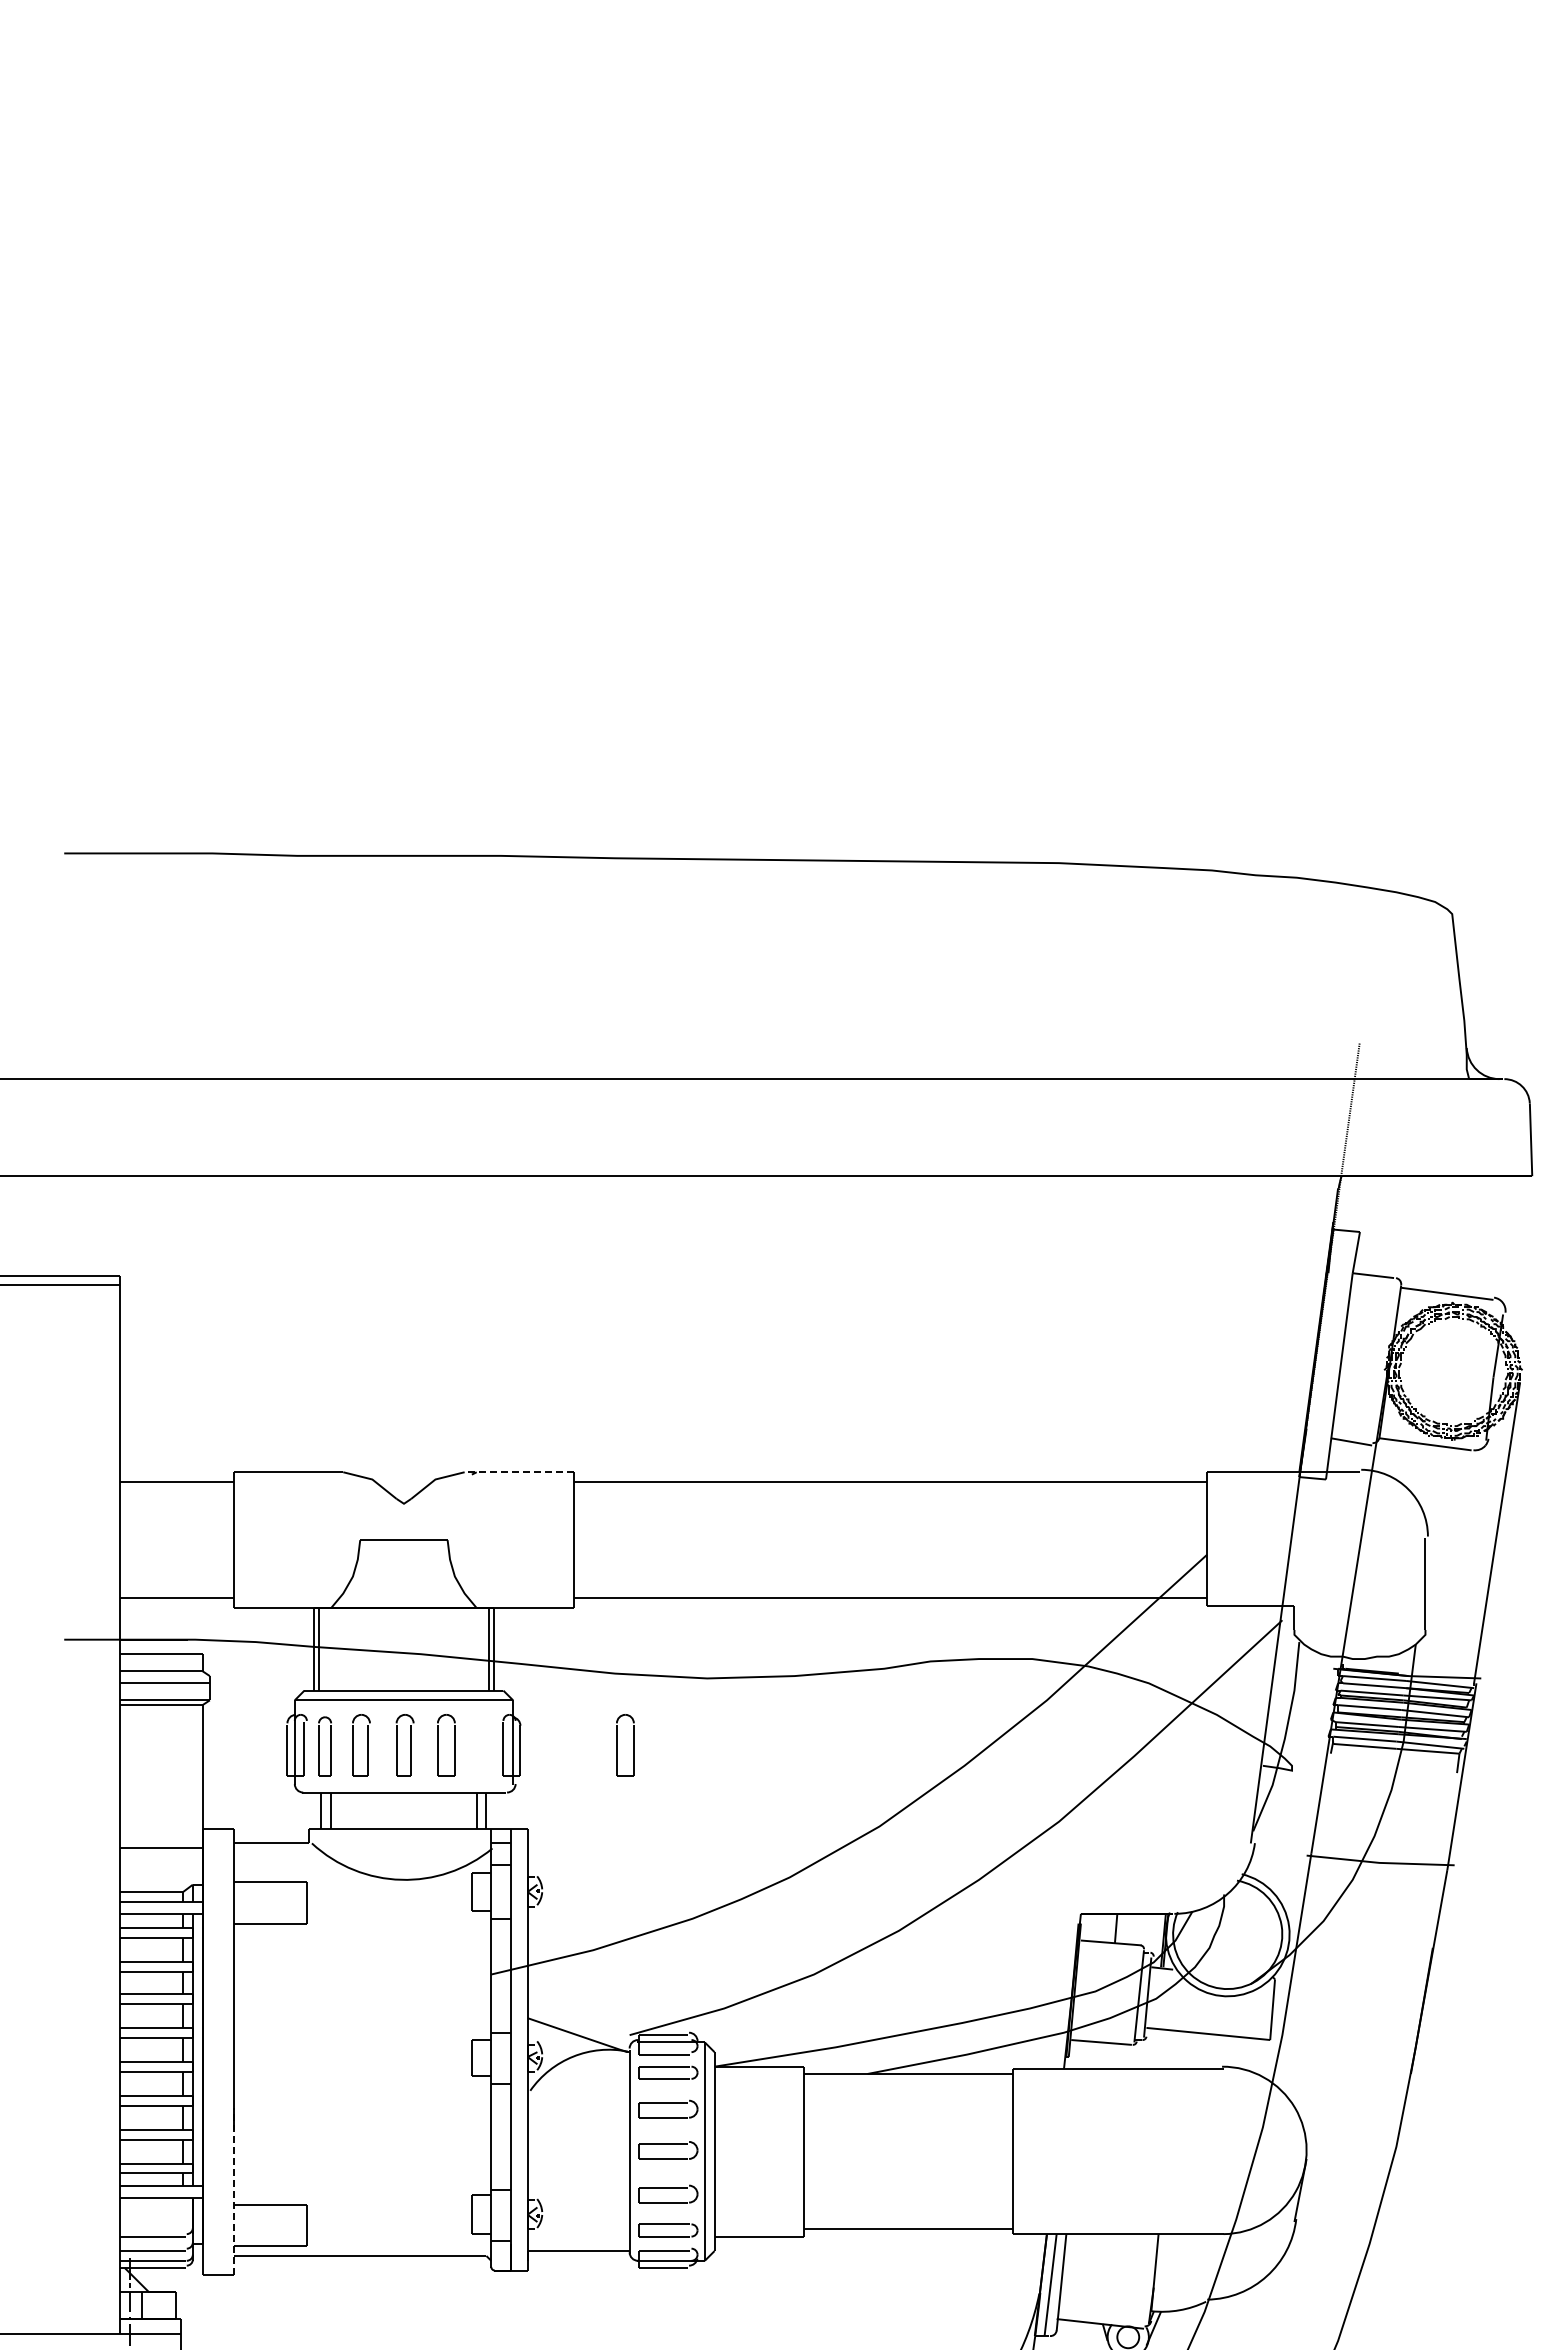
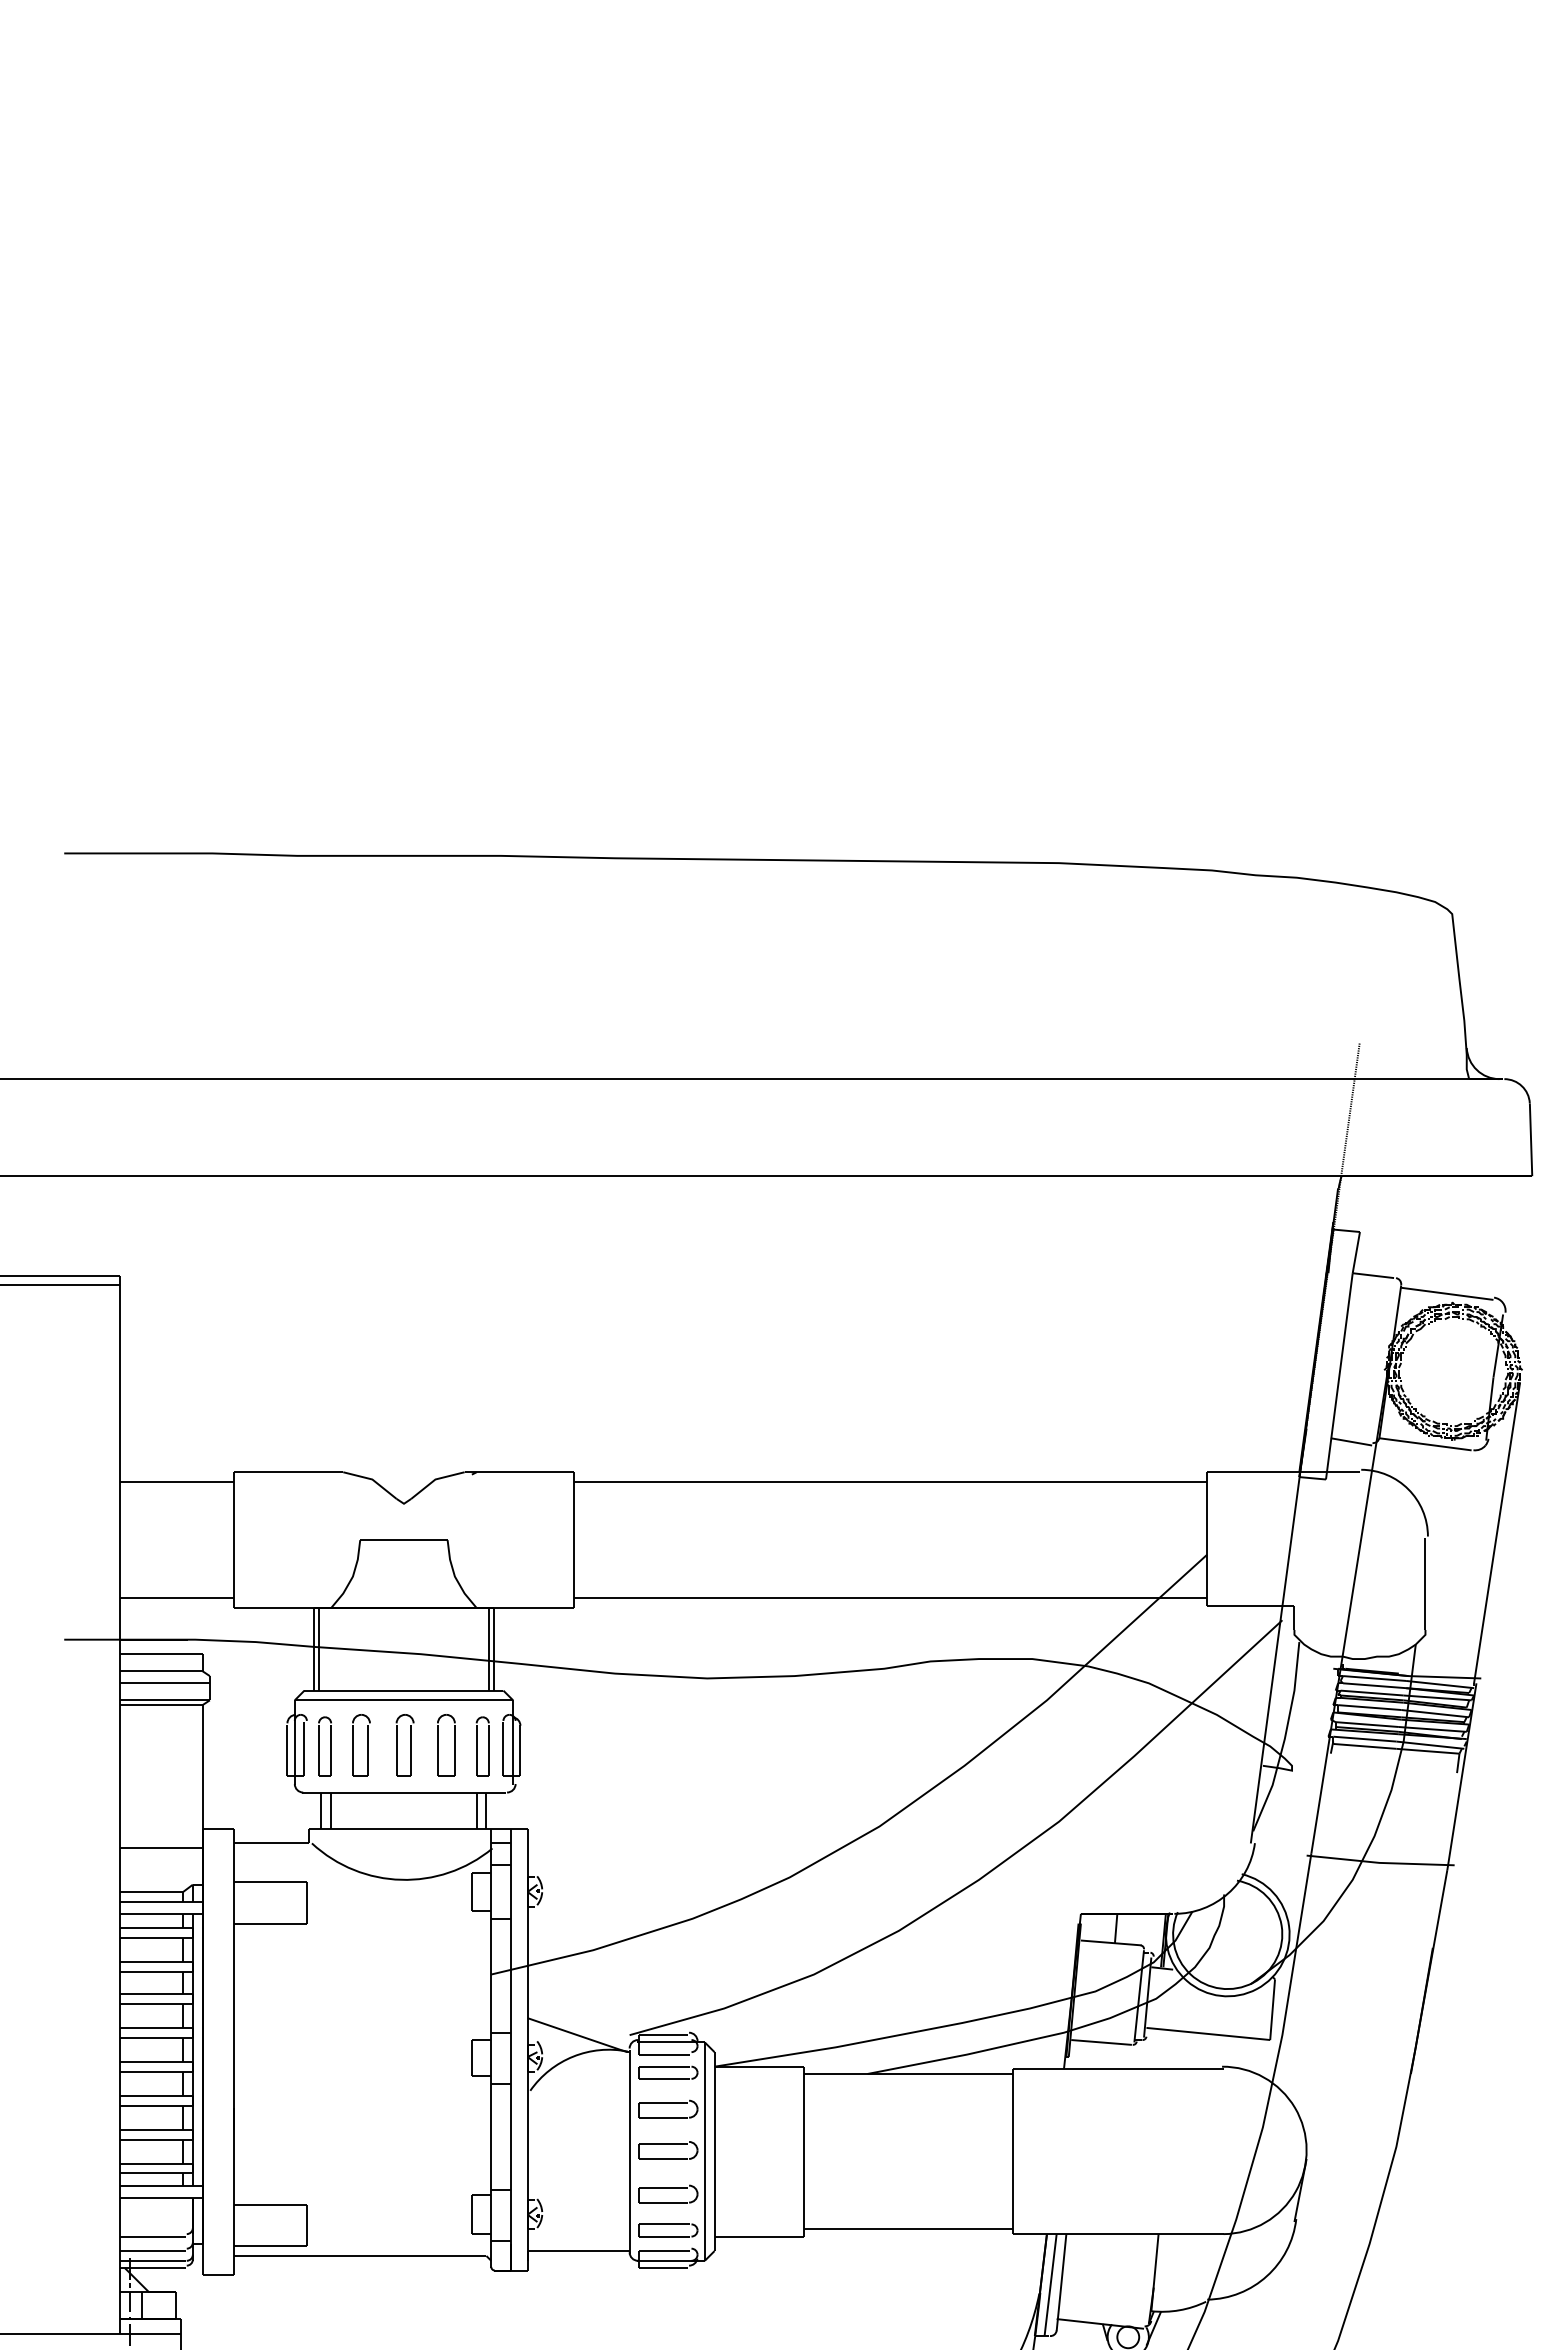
line at (519, 1472): dashed -> solid
part at (617, 1745): present -> none
part at (482, 1746): none -> present
line at (234, 2191): dashed -> solid
